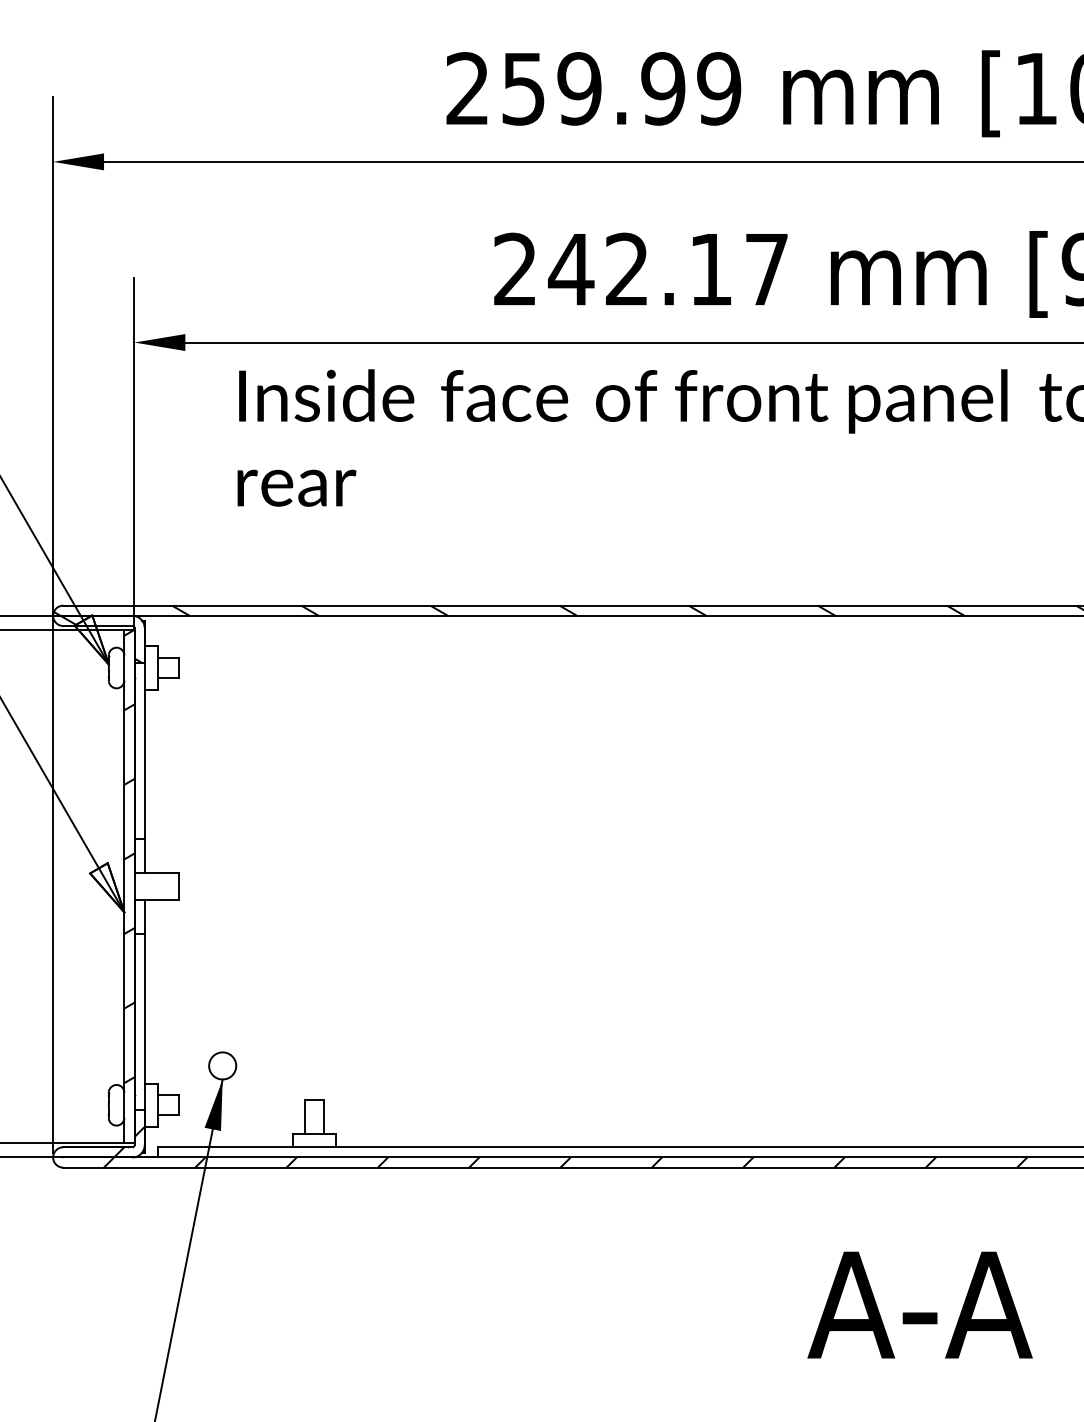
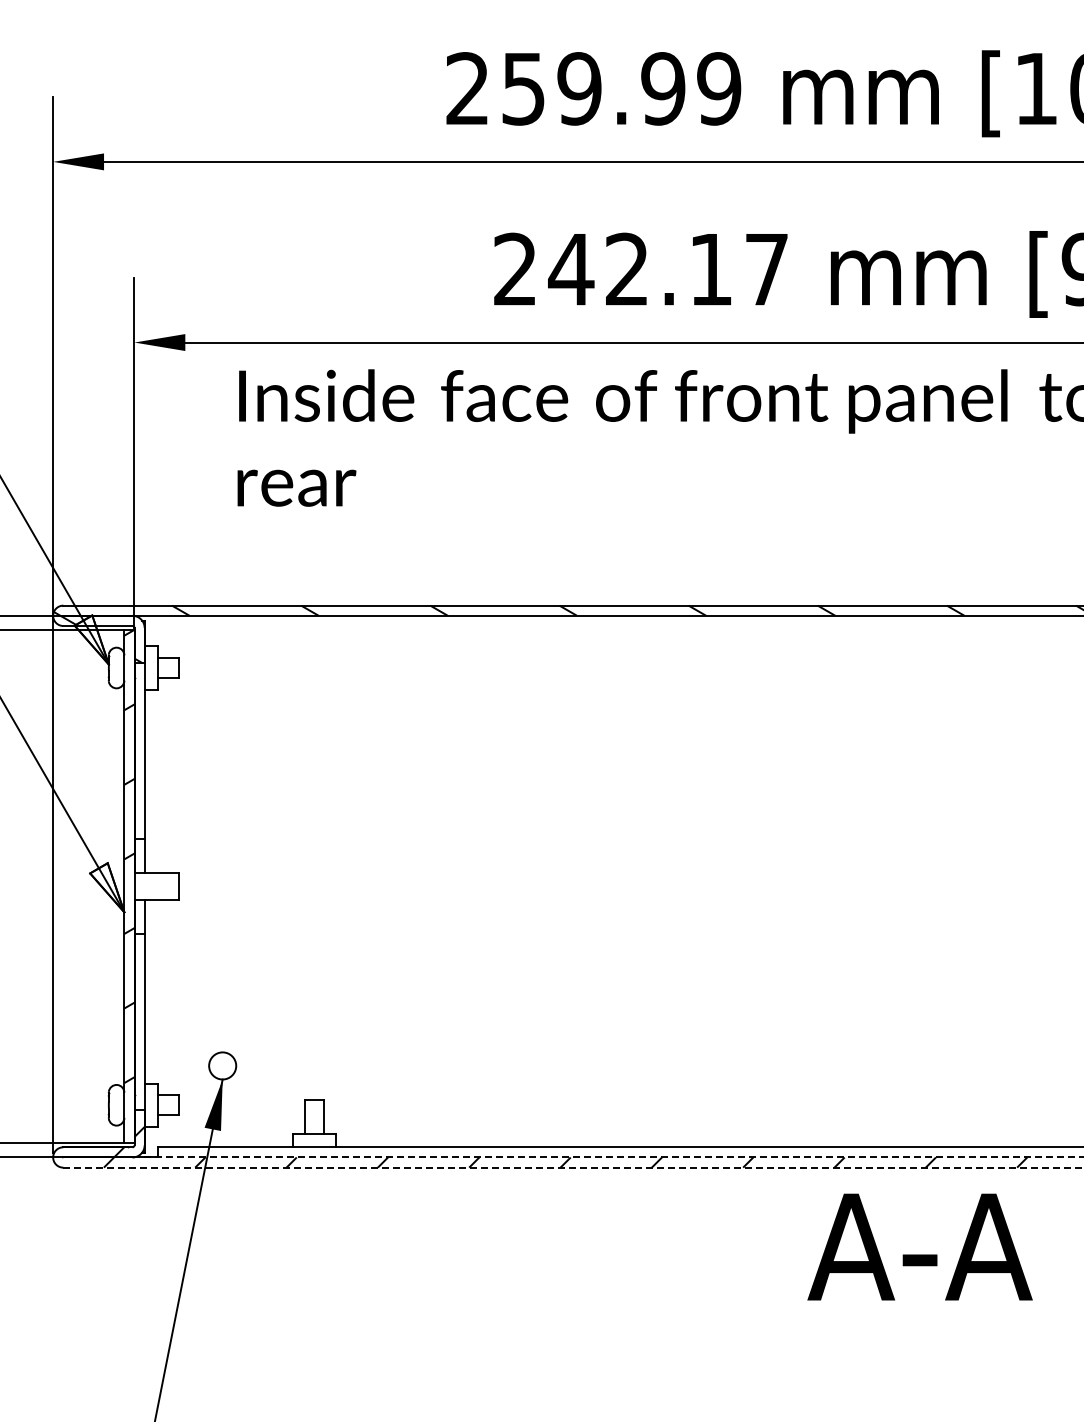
line at (573, 1157): solid -> dashed
line at (573, 1167): solid -> dashed
text at (919, 1304) position: (919, 1304) -> (919, 1246)
